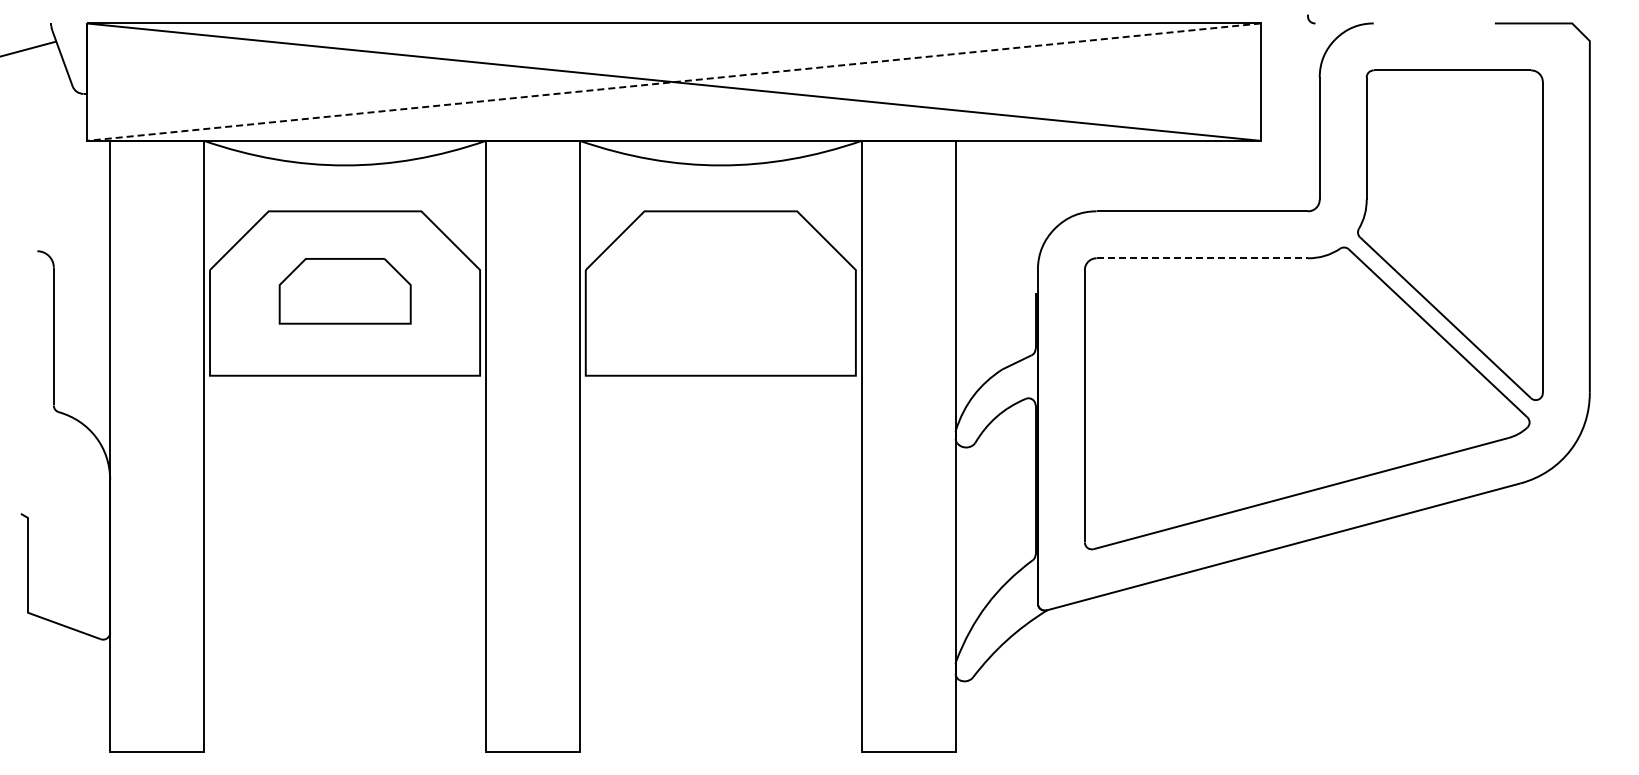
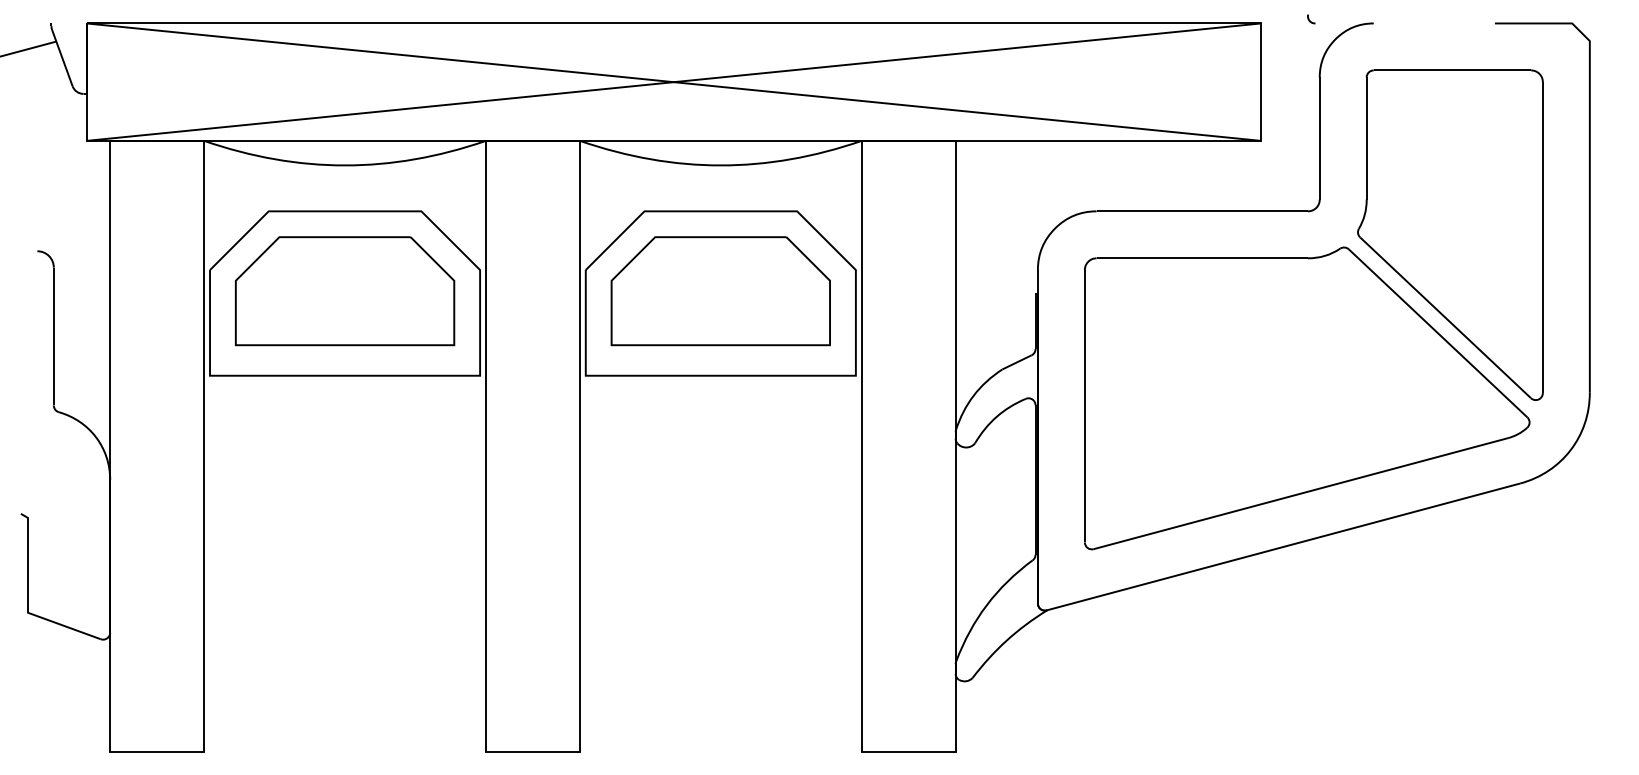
line at (673, 82): dashed -> solid
line at (1202, 258): dashed -> solid
part at (344, 291) size: 134x67 px -> 221x111 px
part at (720, 291): none -> present
